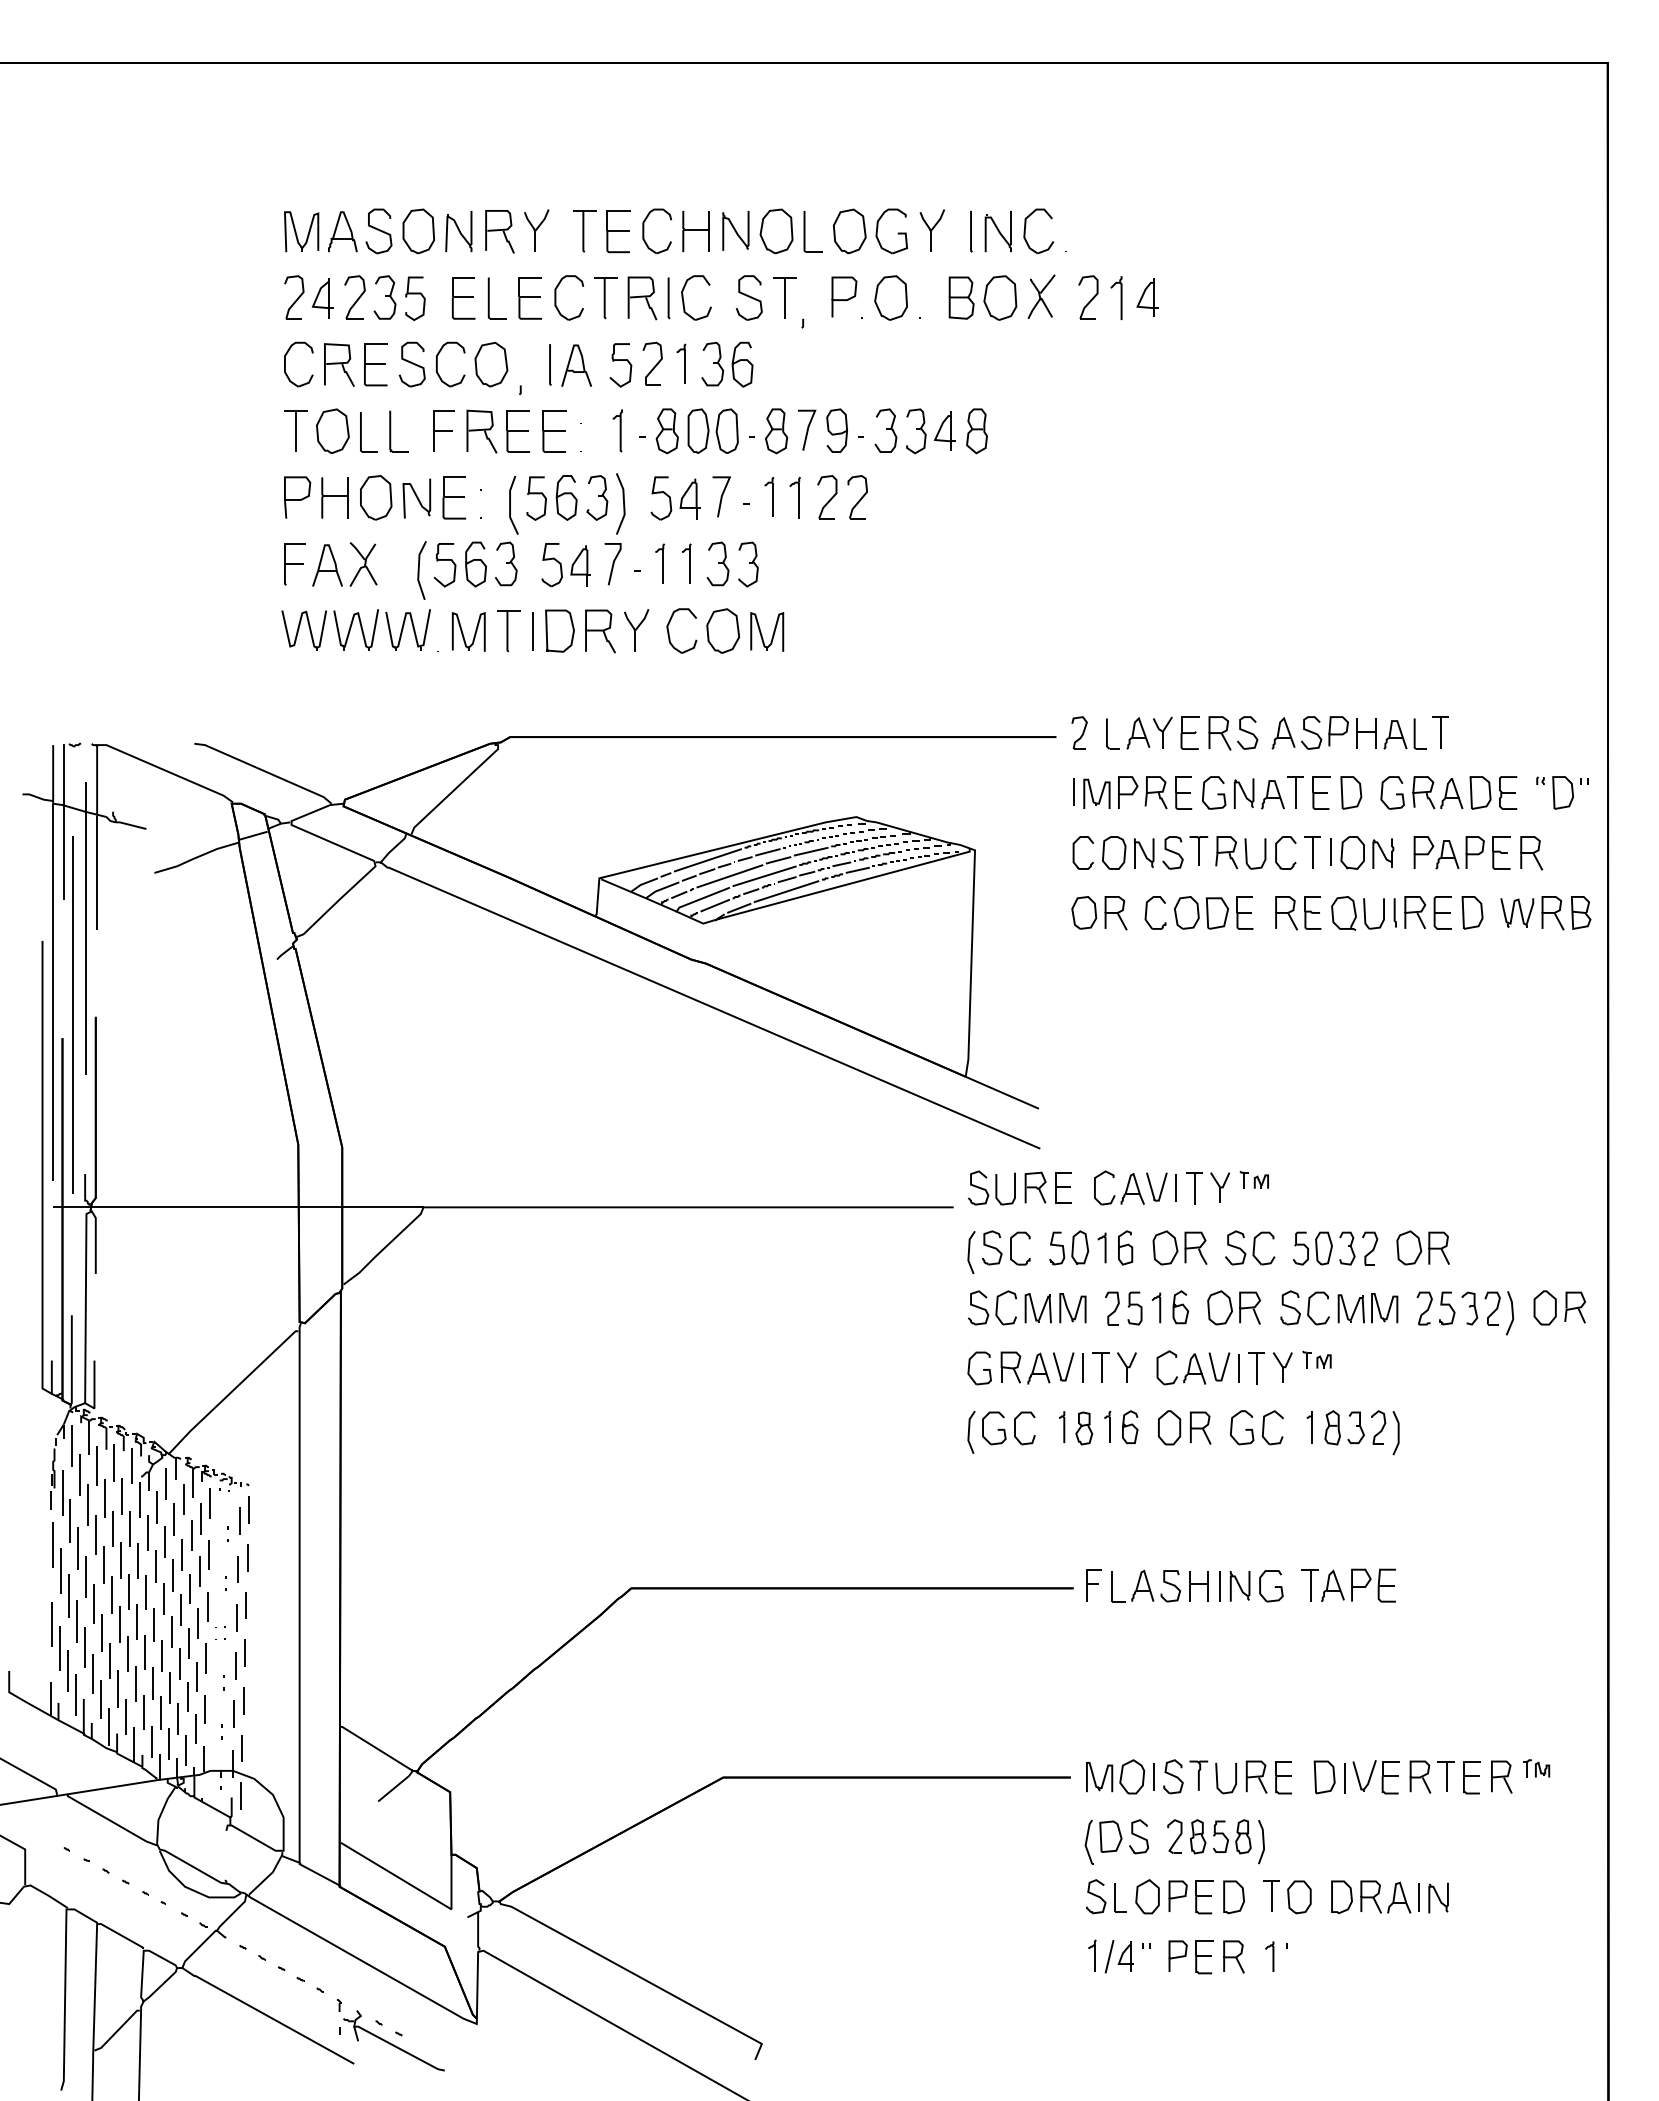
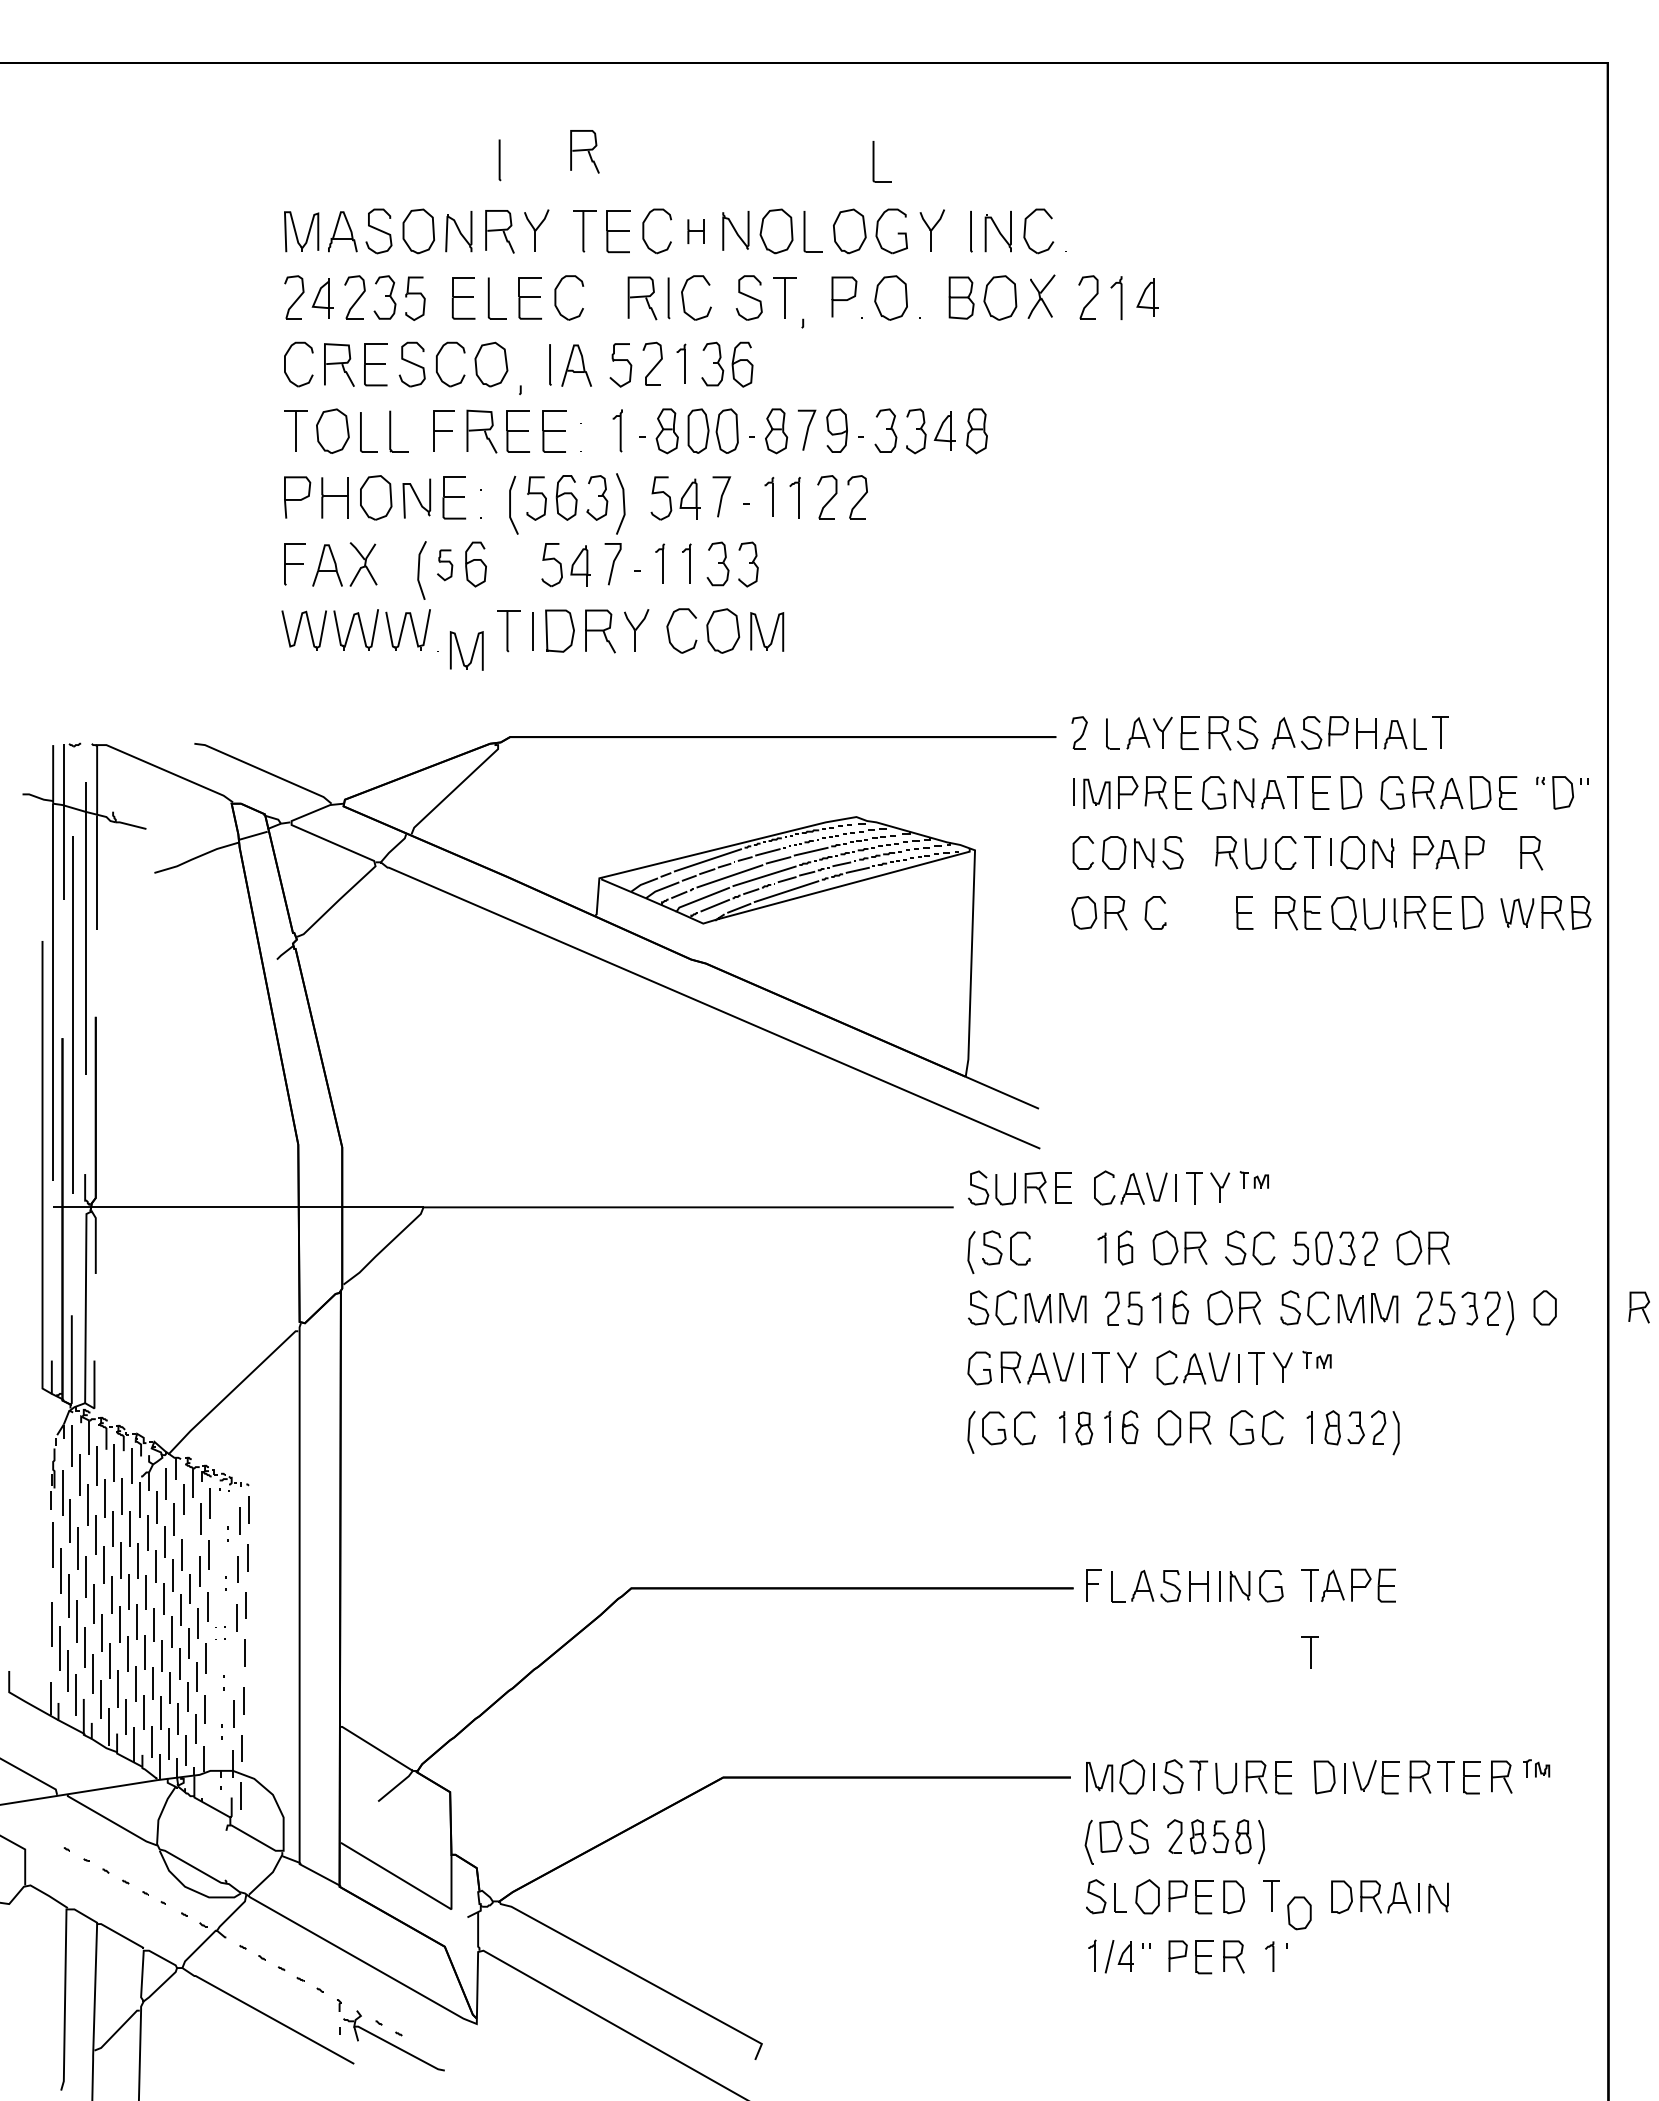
part at (584, 151): none -> present
line at (499, 160): none -> present
part at (874, 161): none -> present
part at (695, 231) size: 28x42 px -> 18x25 px
part at (605, 298): present -> none
part at (506, 563): present -> none
part at (444, 565) size: 24x45 px -> 17x33 px
part at (468, 631) position: (468, 631) -> (466, 650)
part at (1198, 850): present -> none
part at (1501, 852): present -> none
part at (1201, 912): present -> none
part at (1069, 1247): present -> none
part at (1574, 1307) position: (1574, 1307) -> (1638, 1307)
line at (191, 1535): present -> none
part at (1309, 1652): none -> present
line at (235, 1665): present -> none
part at (1299, 1897) position: (1299, 1897) -> (1299, 1913)
